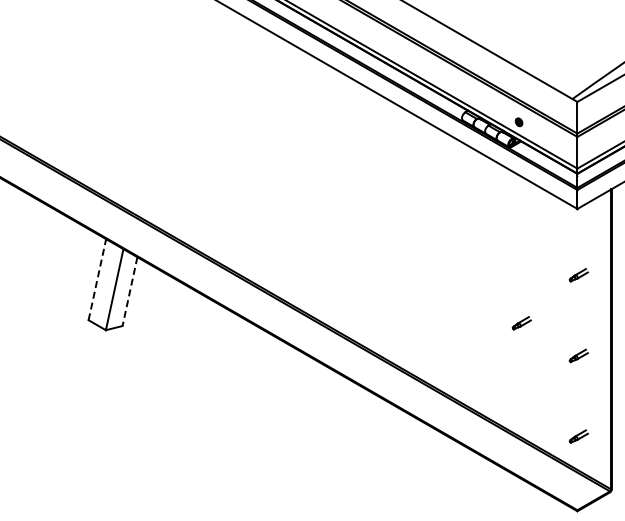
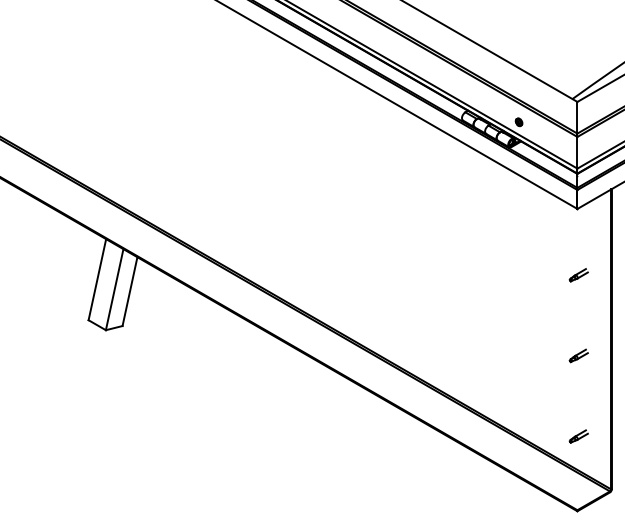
line at (97, 279): dashed -> solid
line at (129, 292): dashed -> solid
part at (521, 323): present -> none
